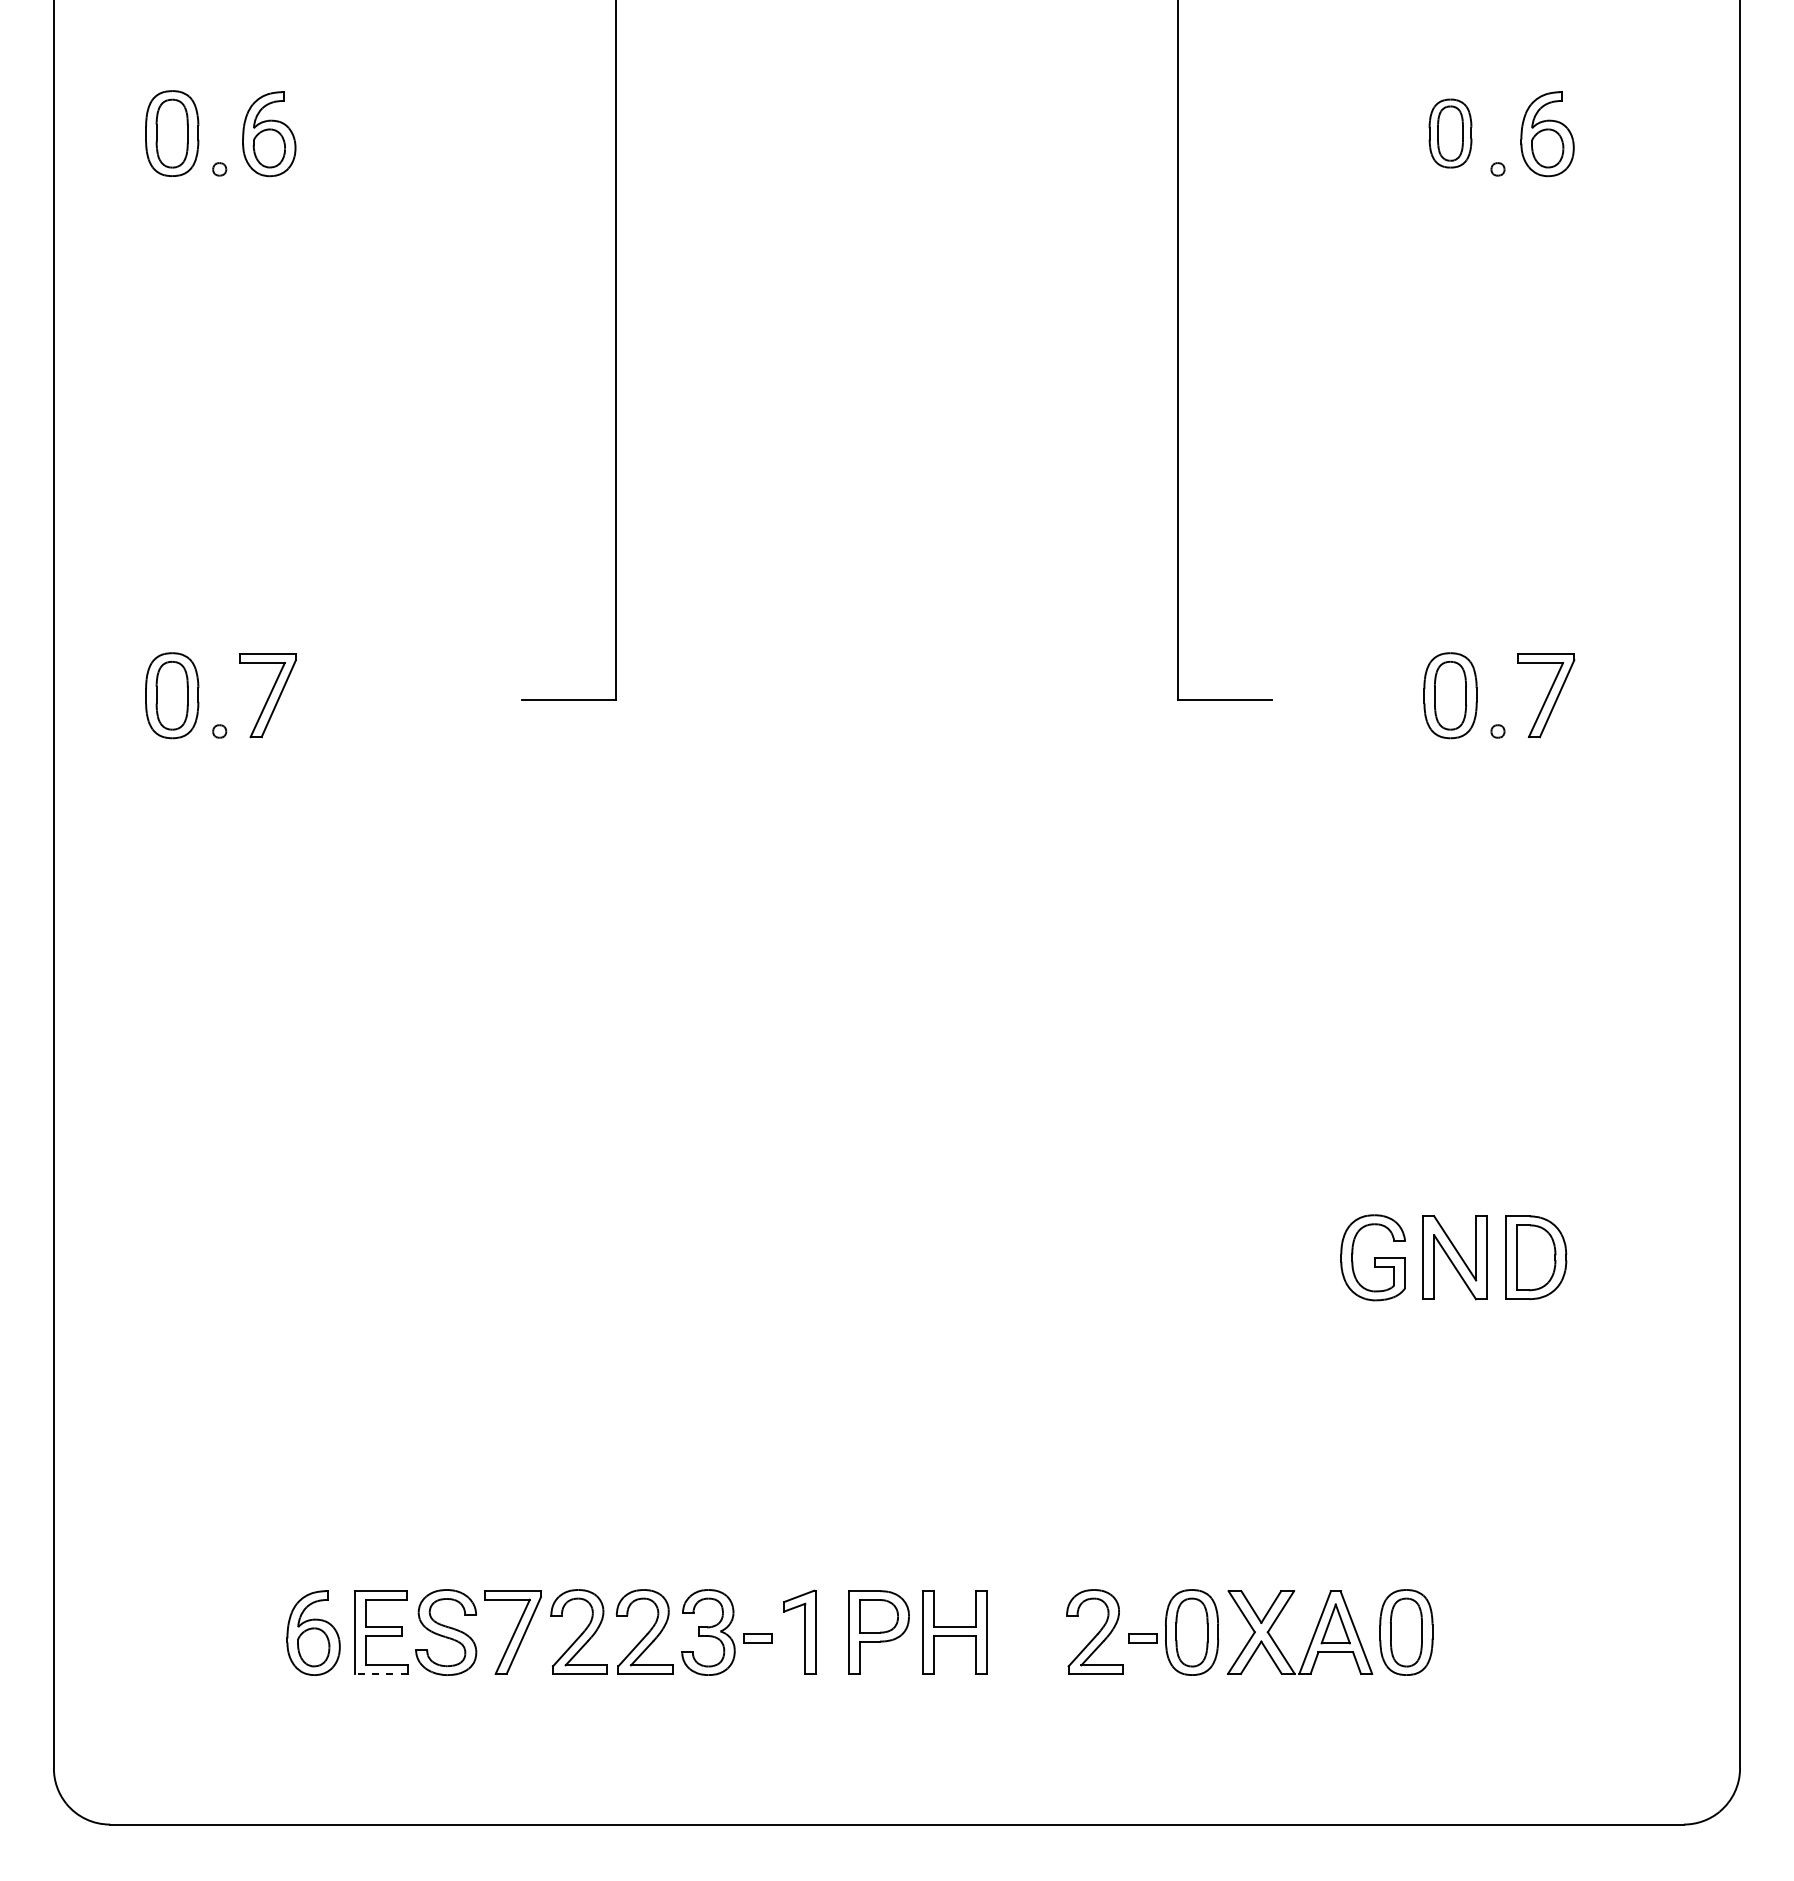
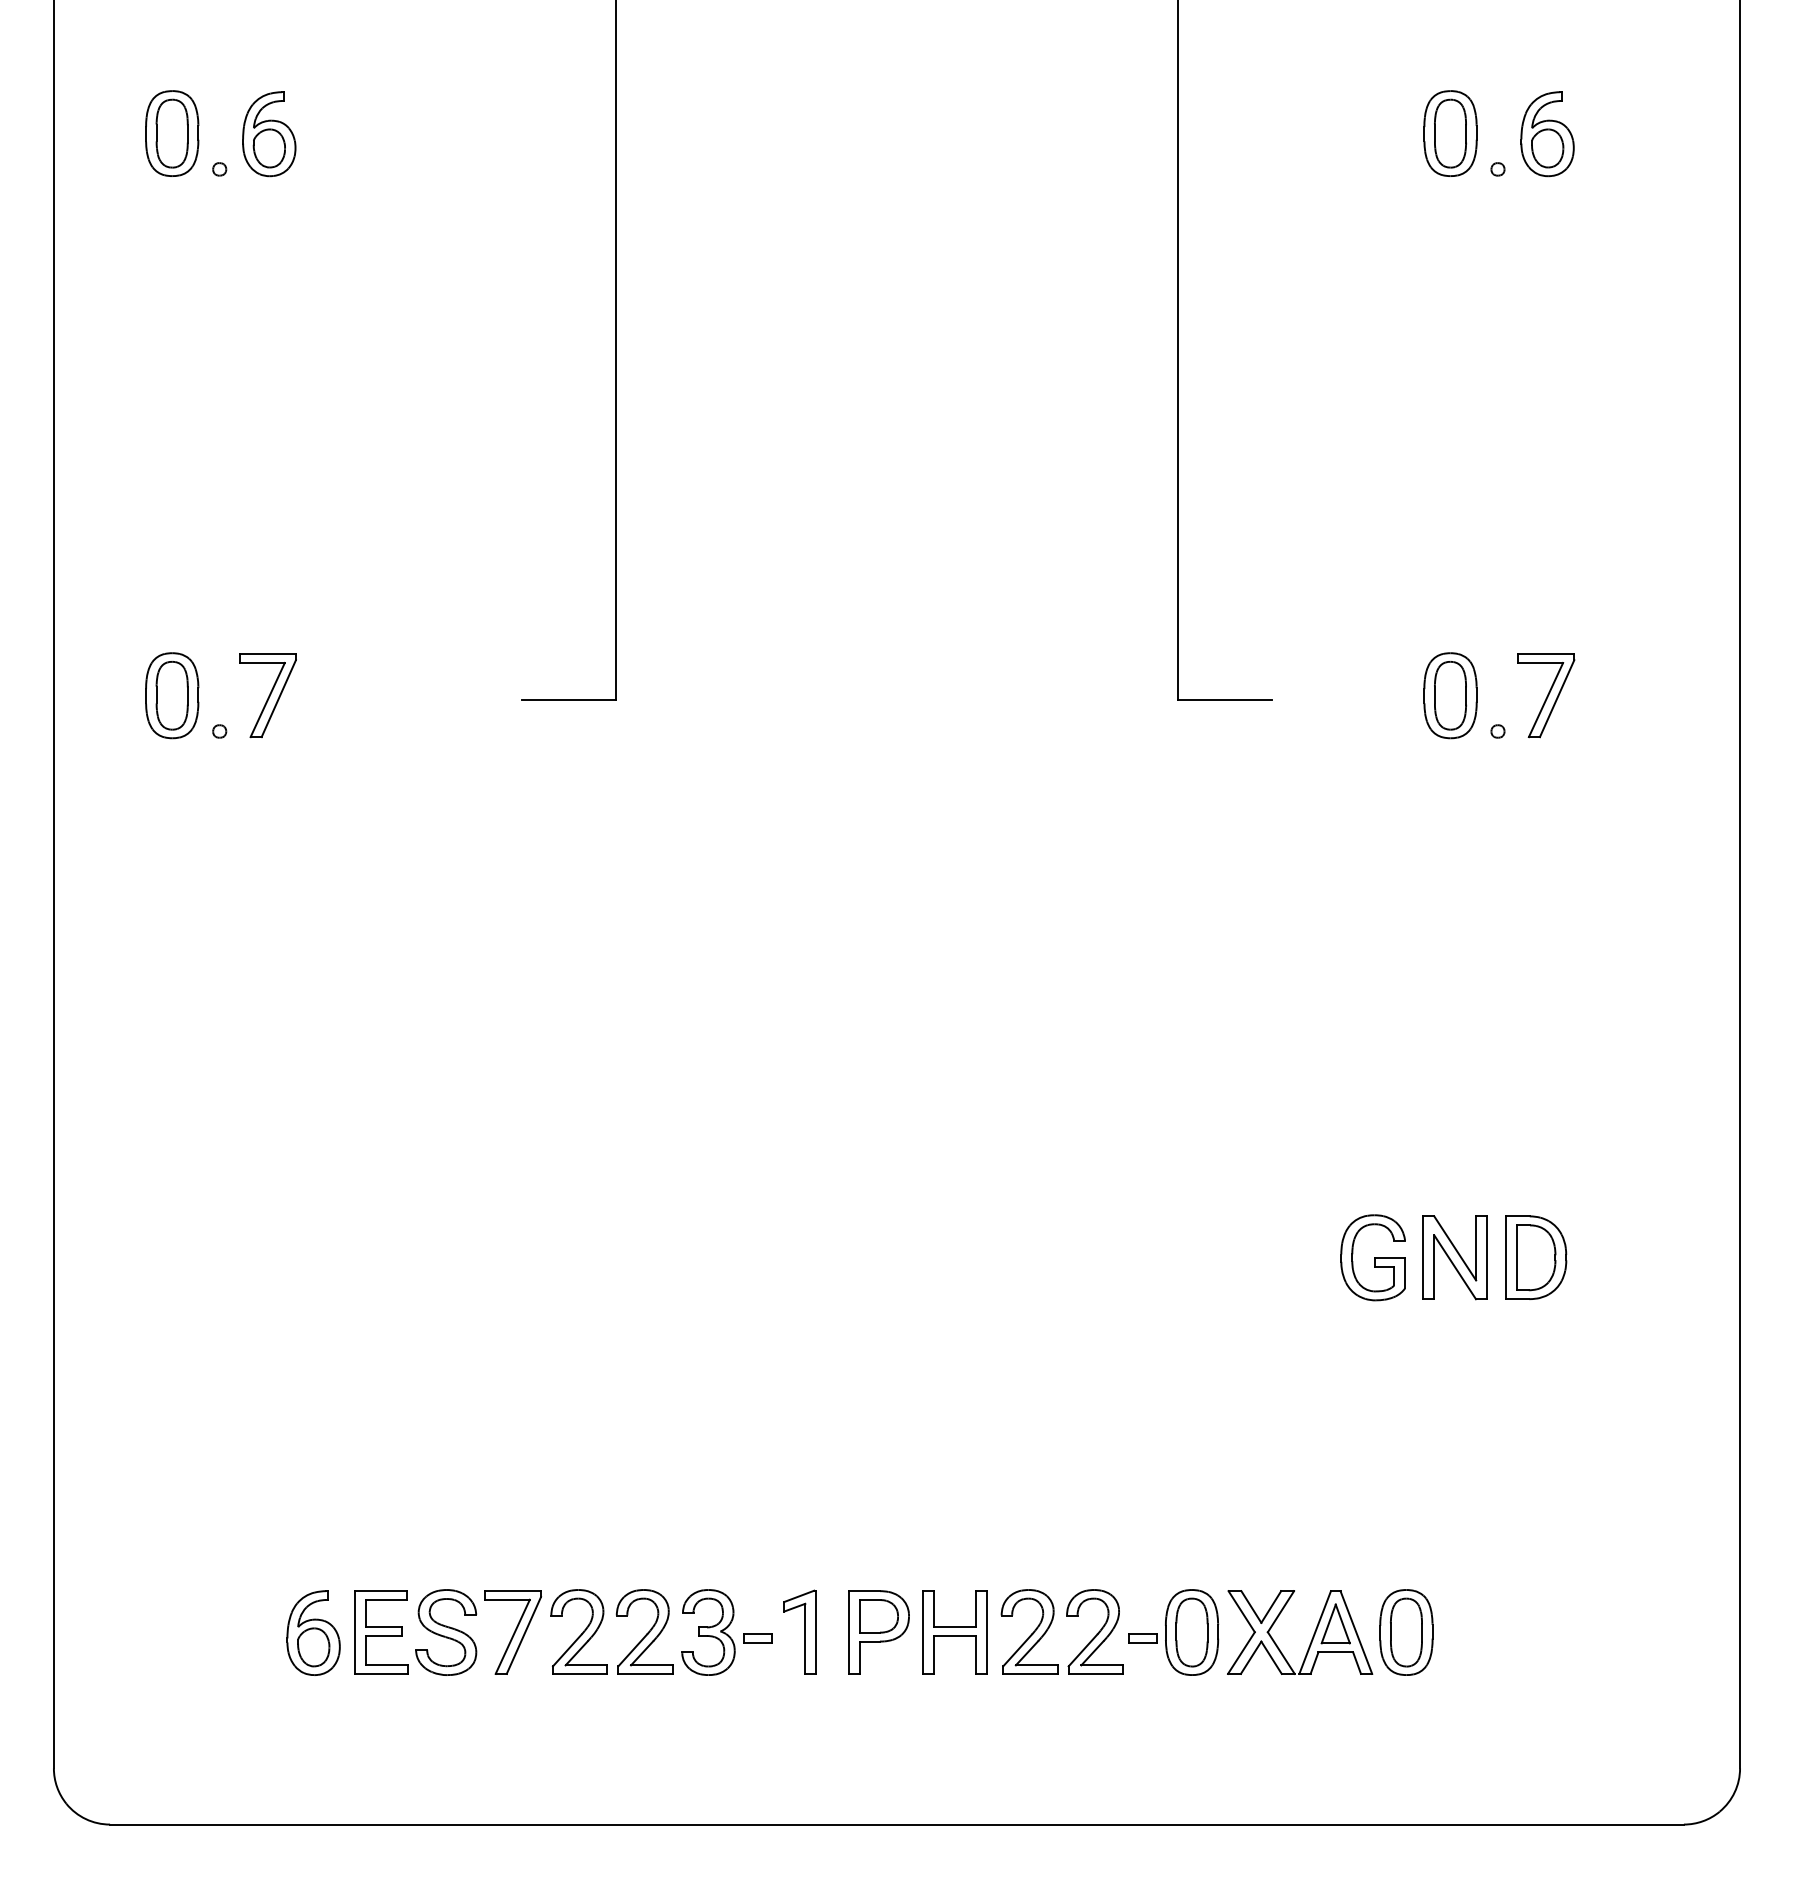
part at (1450, 133) size: 45x71 px -> 55x87 px
part at (1029, 1631): none -> present
line at (380, 1673): dashed -> solid
